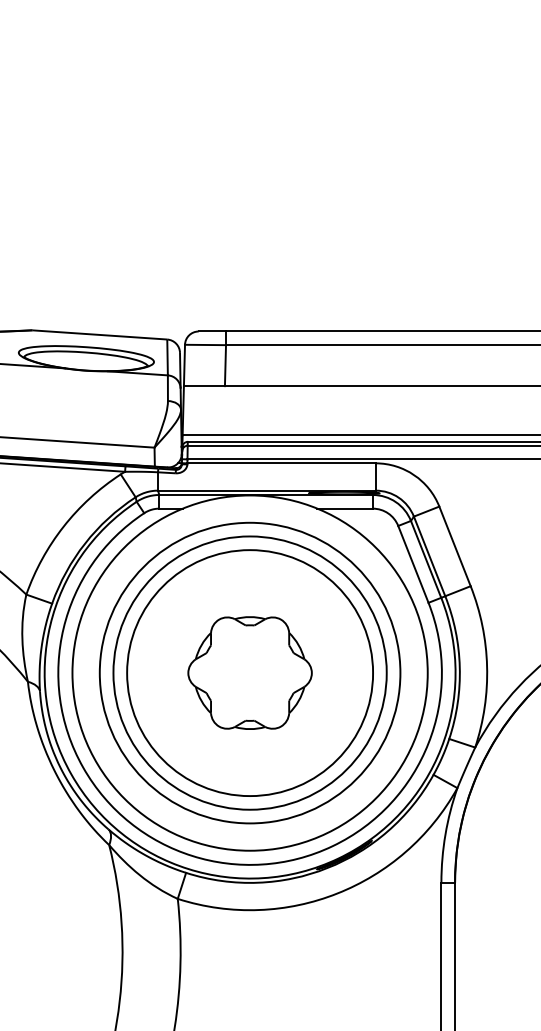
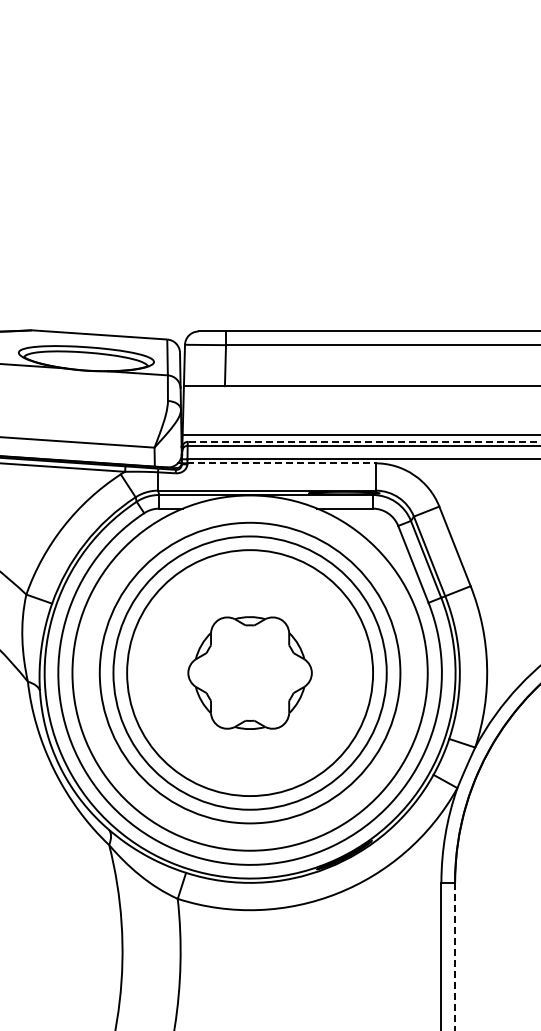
line at (363, 441): solid -> dashed
line at (282, 463): solid -> dashed
line at (455, 956): solid -> dashed
